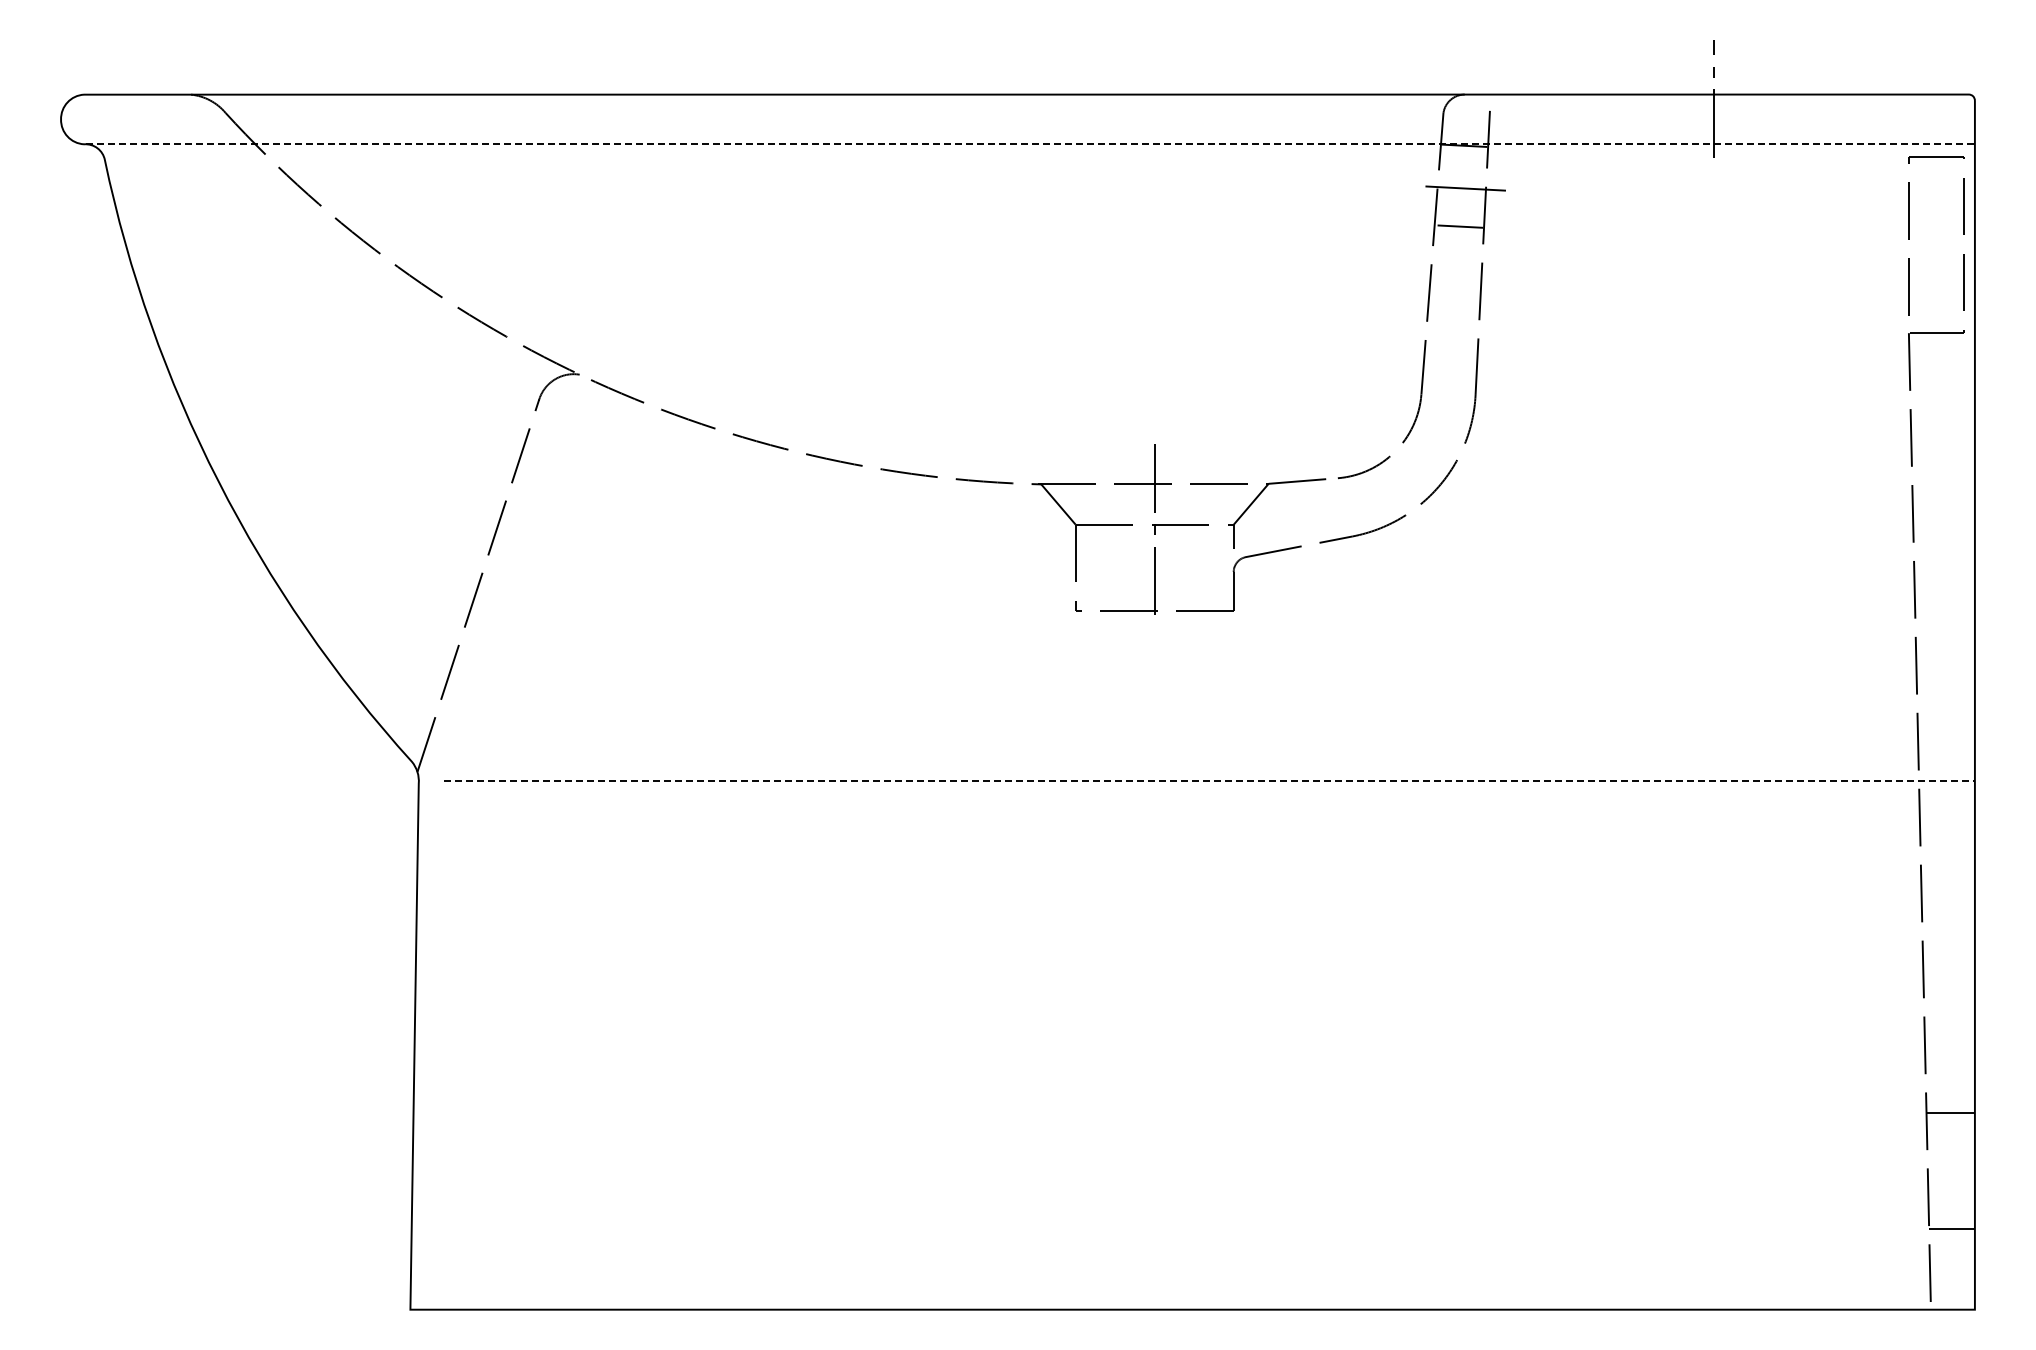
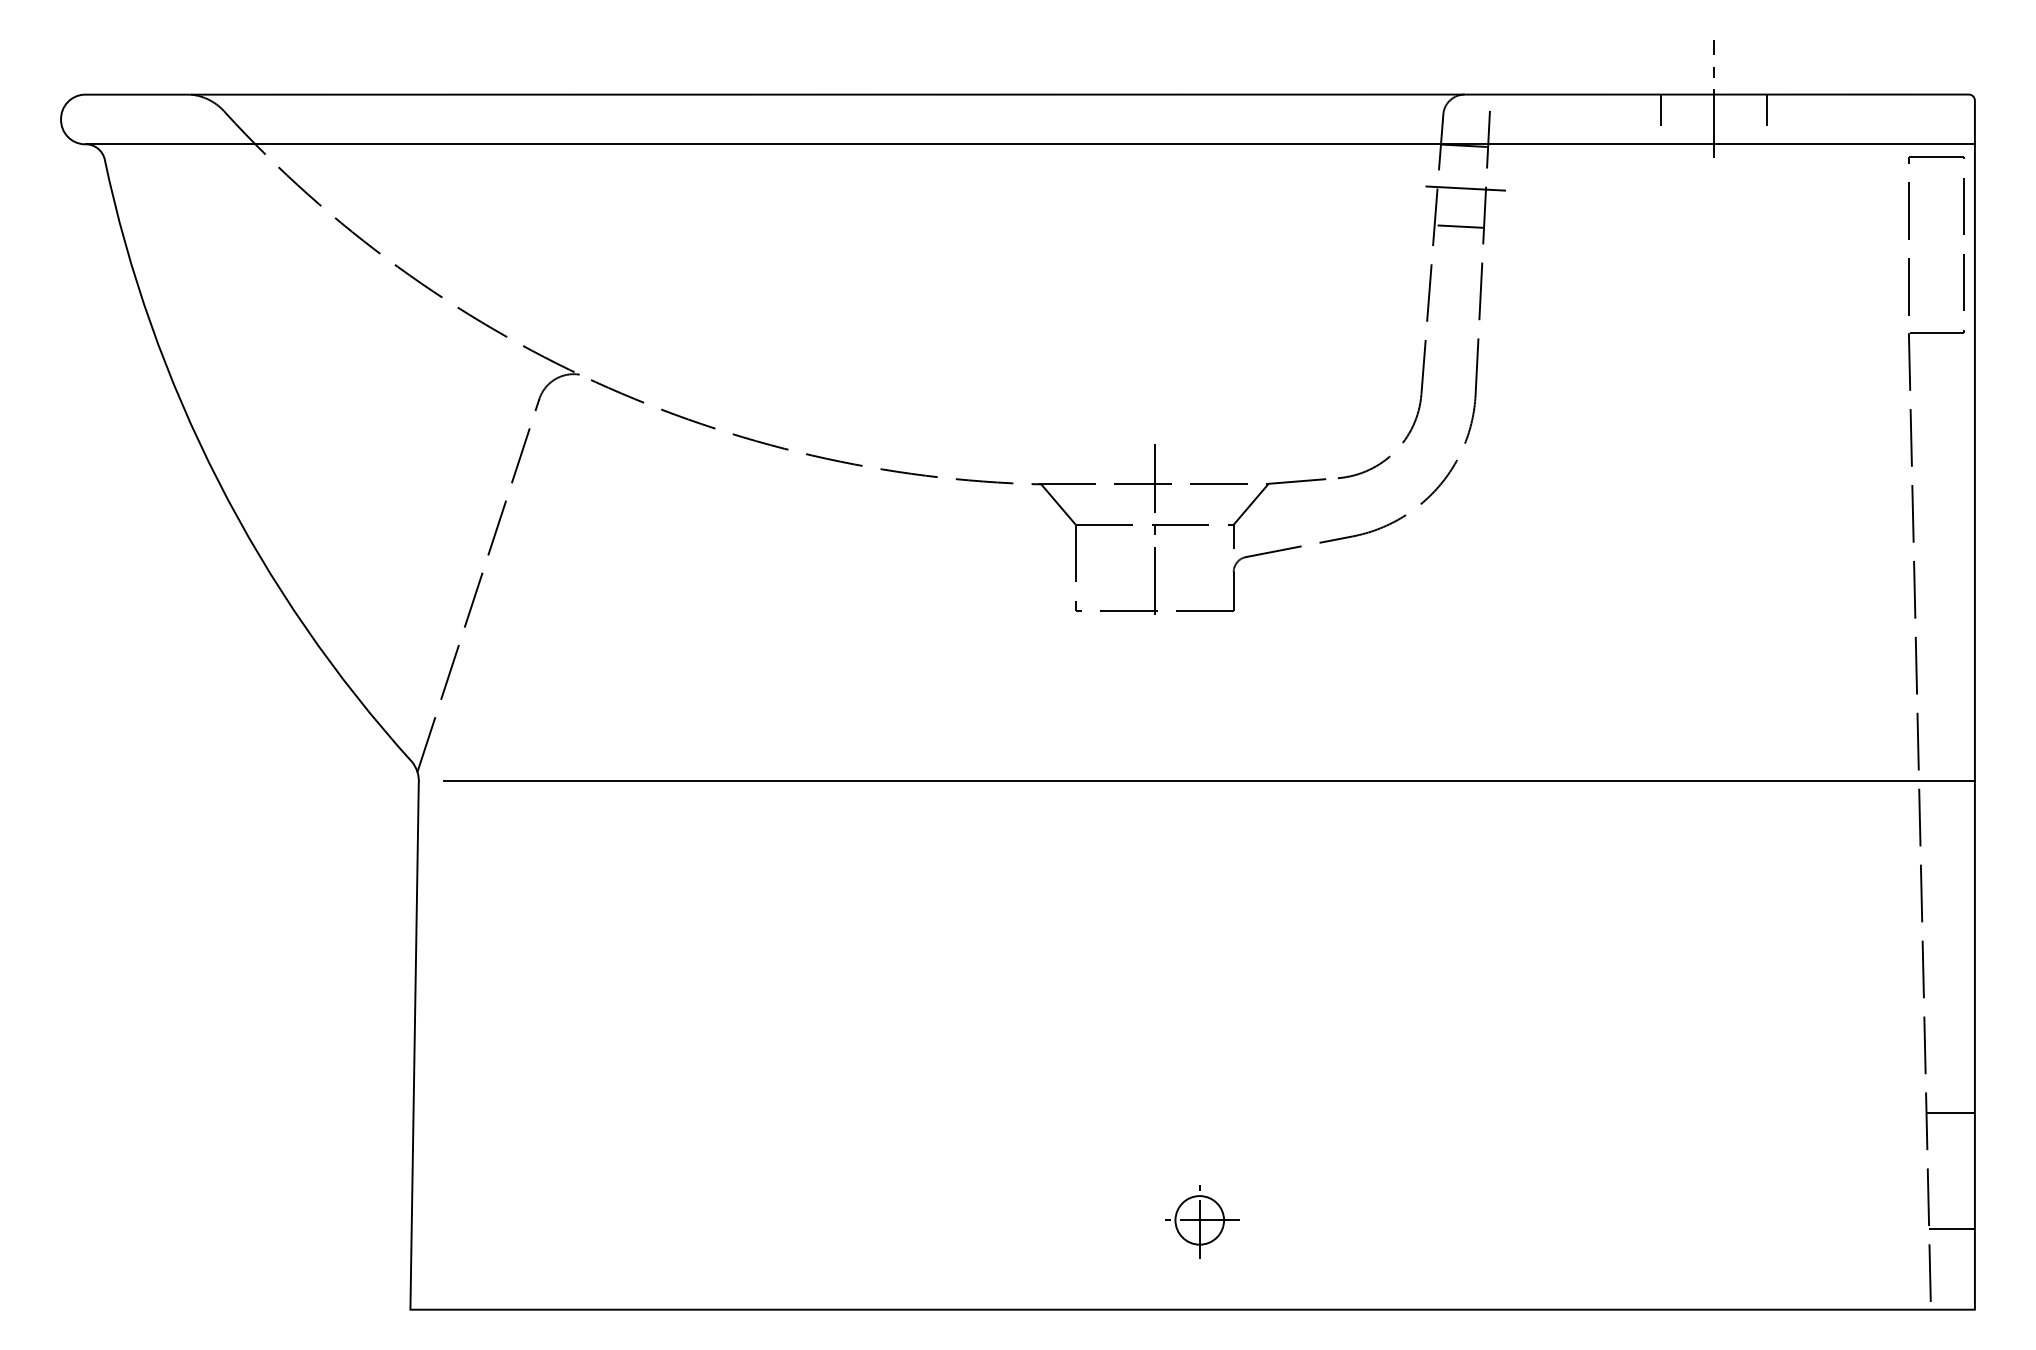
line at (1661, 109): none -> present
line at (1767, 109): none -> present
line at (1030, 144): dashed -> solid
line at (1210, 781): dashed -> solid
part at (1202, 1221): none -> present
